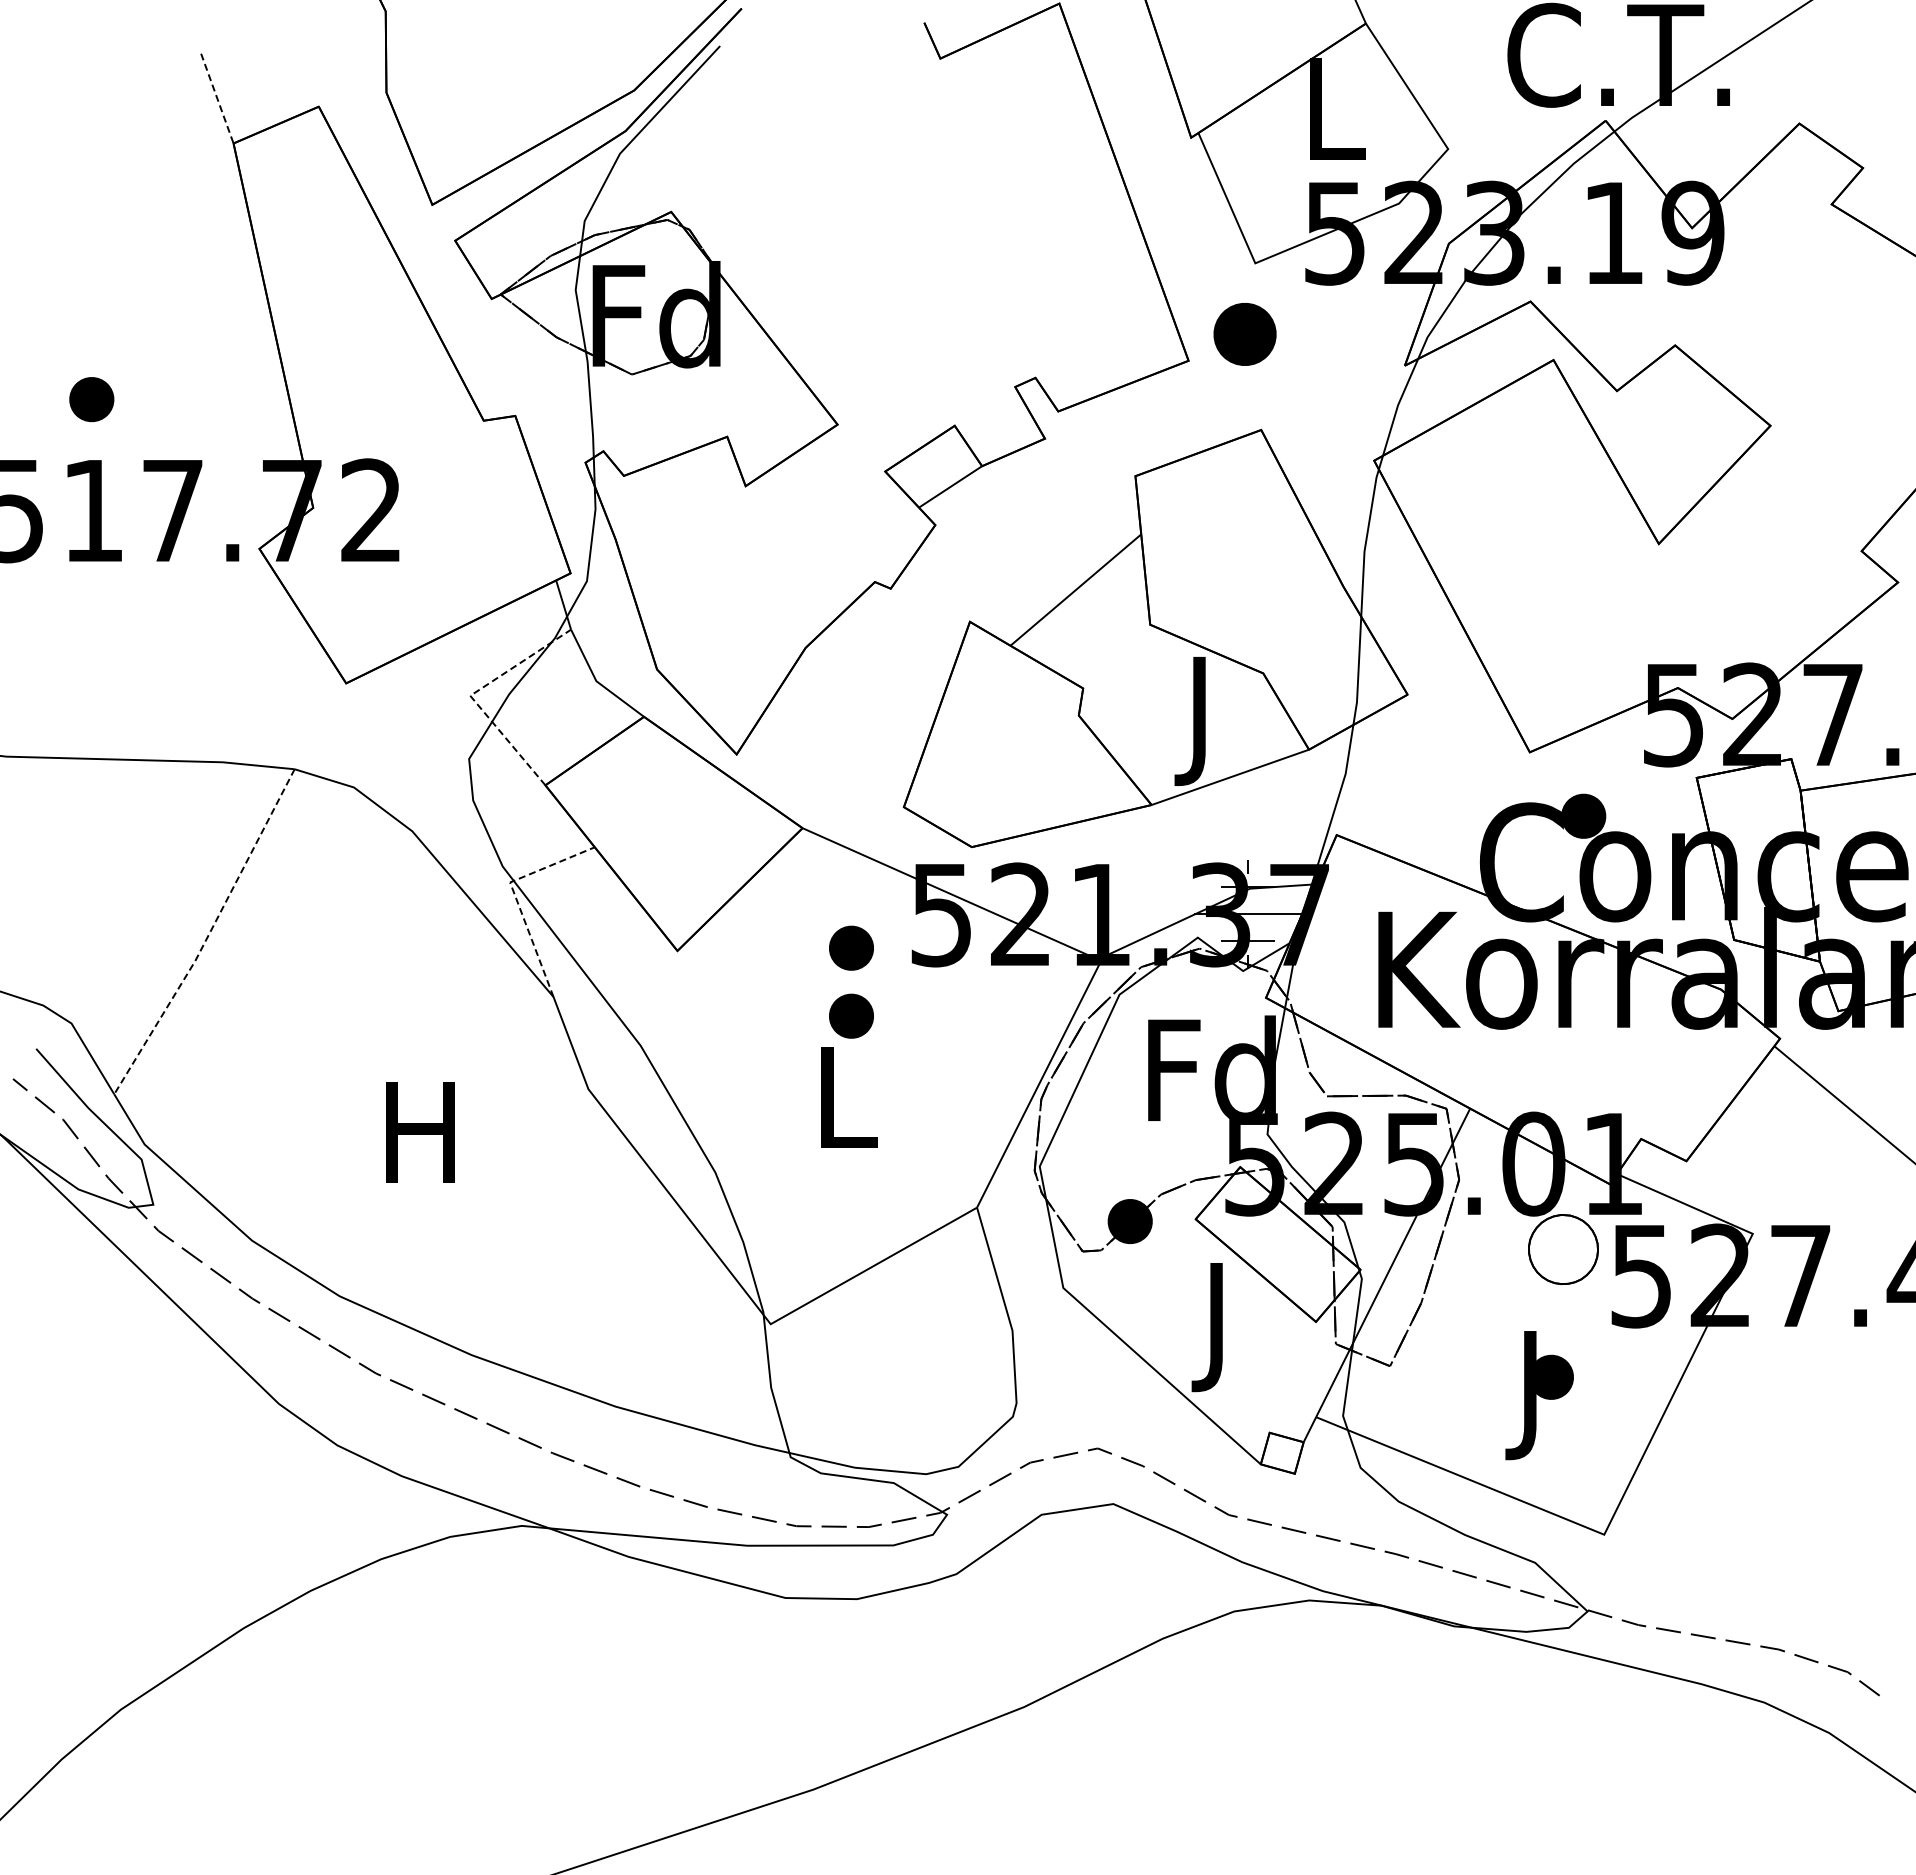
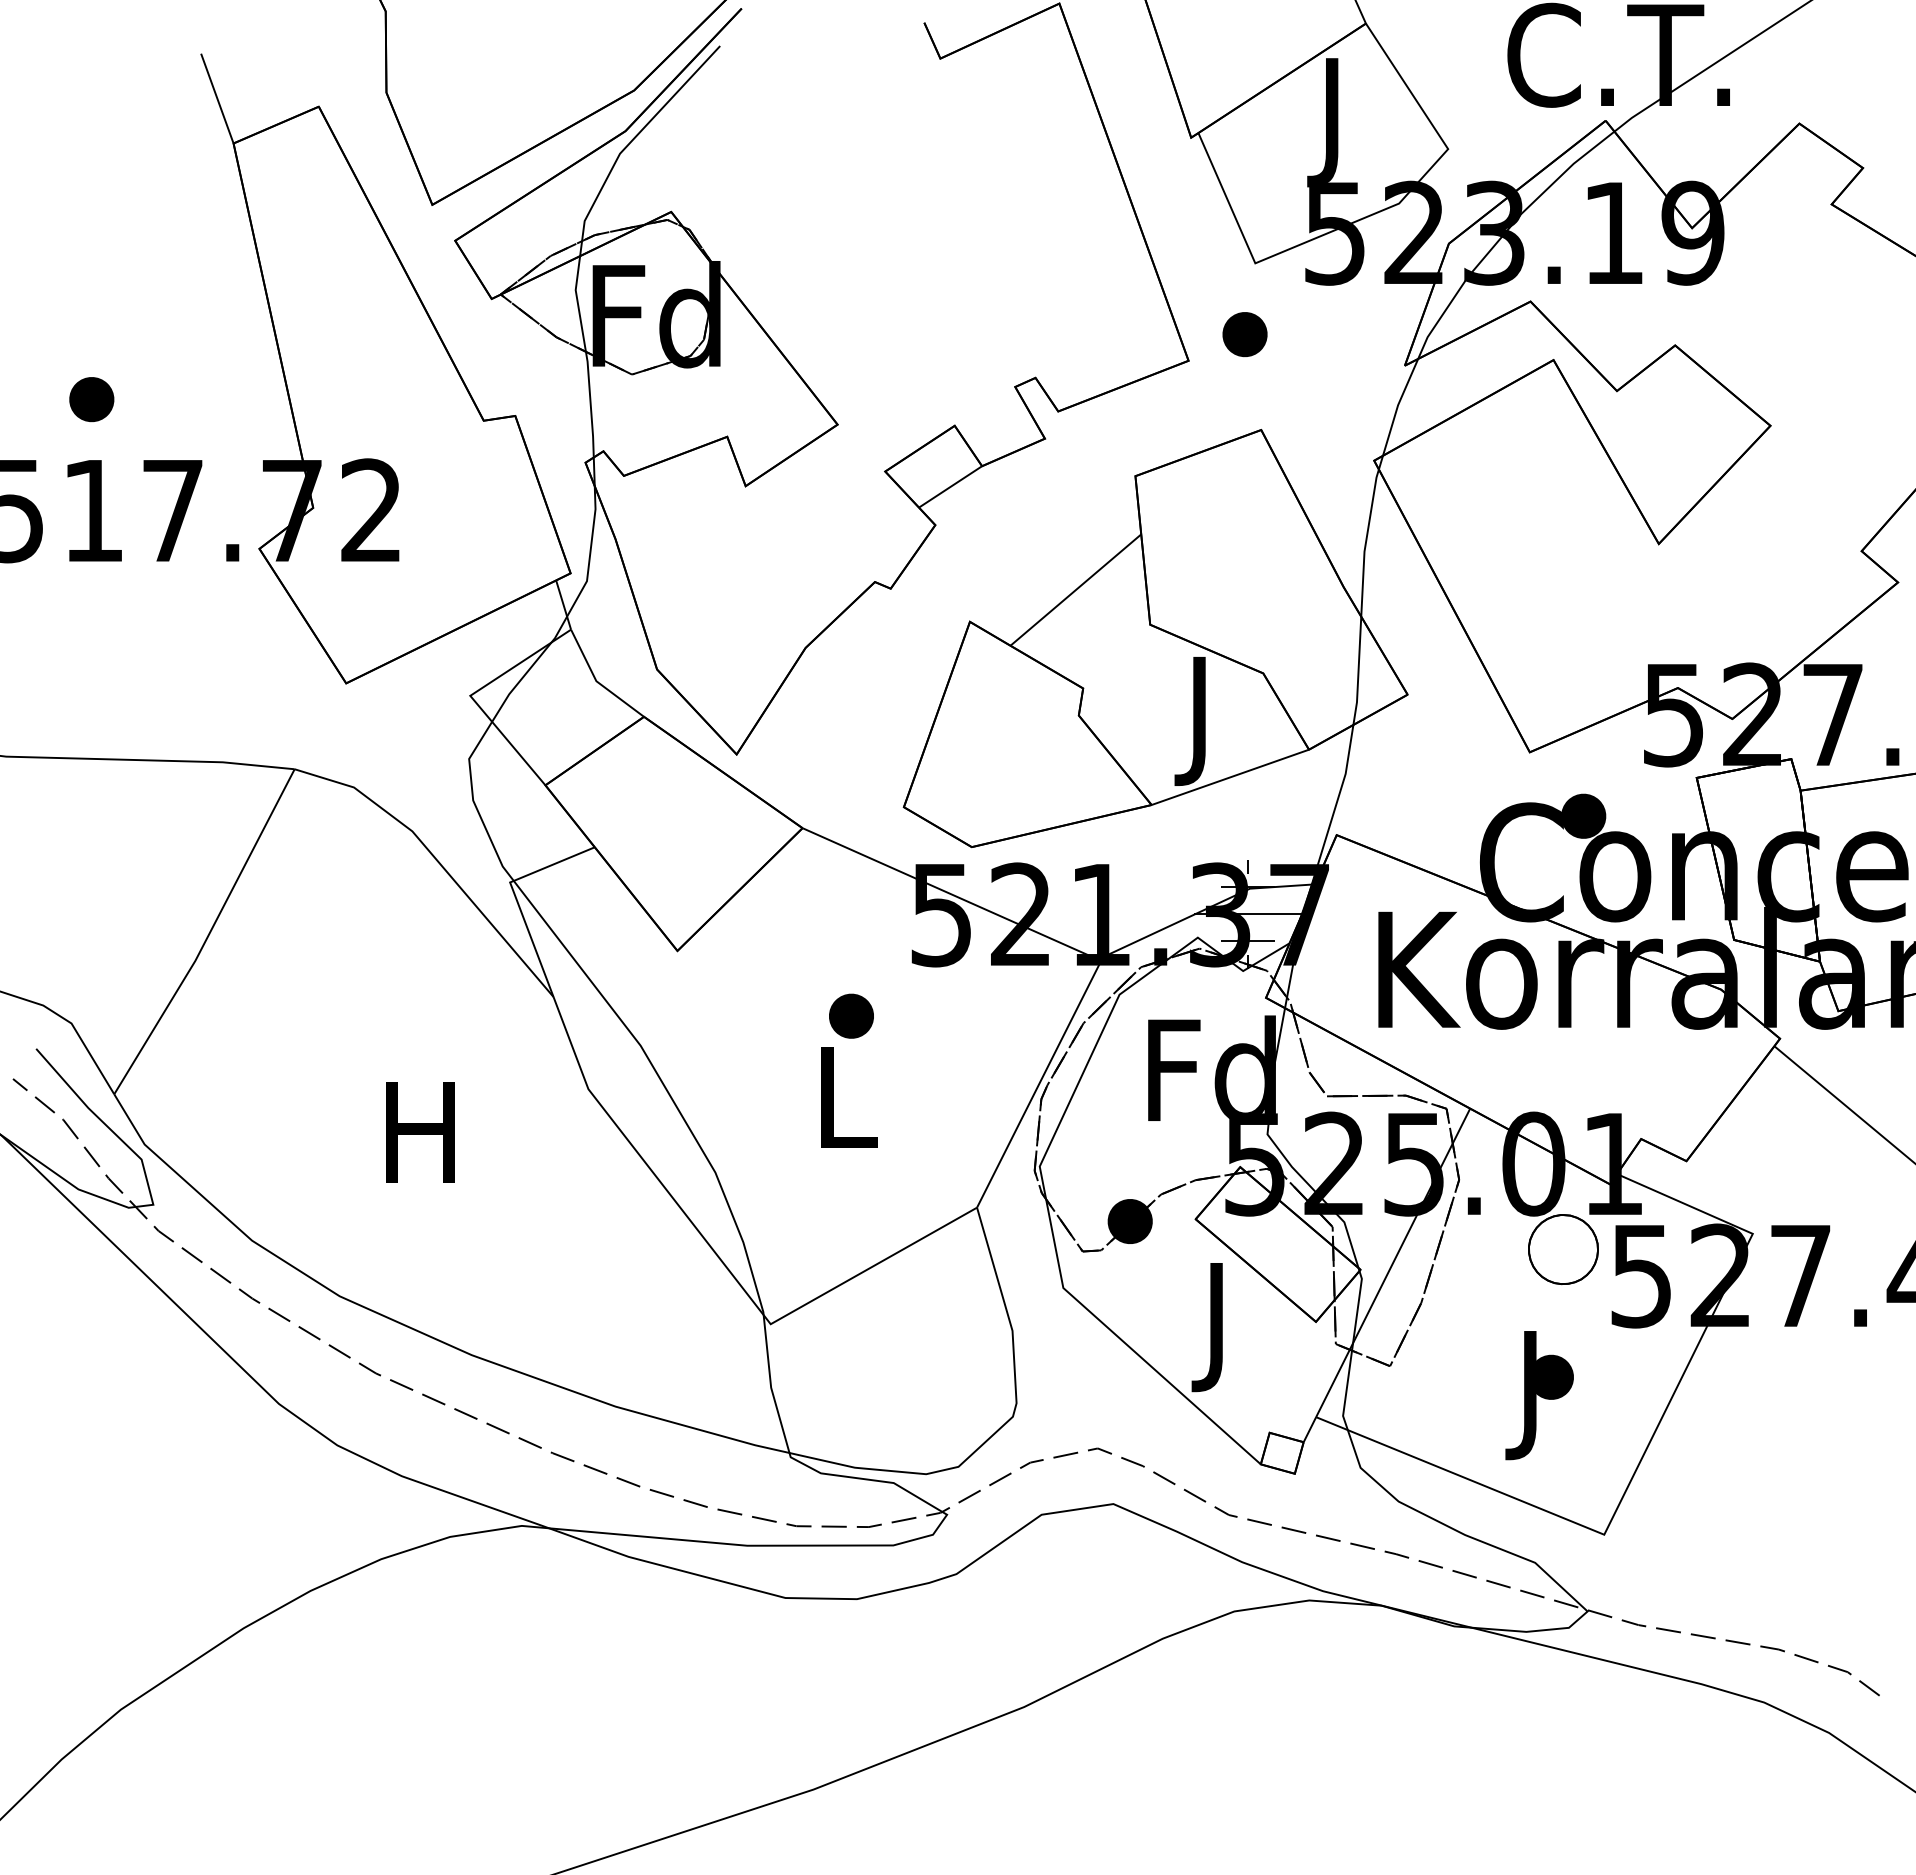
line at (217, 98): dashed -> solid
text at (1336, 122): L -> J
part at (1244, 334) size: 64x63 px -> 46x46 px
line at (471, 694): dashed -> solid
line at (515, 896): dashed -> solid
line at (208, 935): dashed -> solid
part at (851, 947): present -> none
